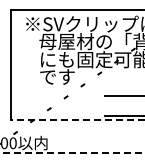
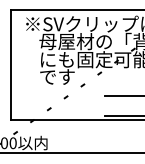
line at (77, 120): dashed -> solid
line at (72, 153): dashed -> solid
